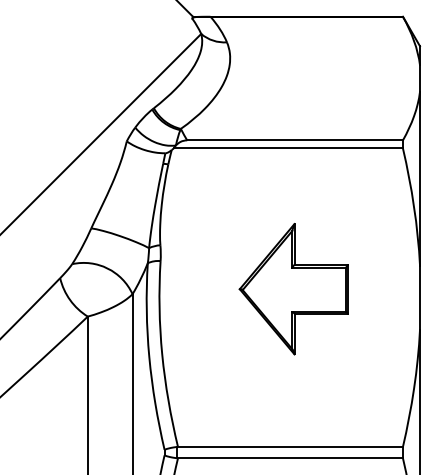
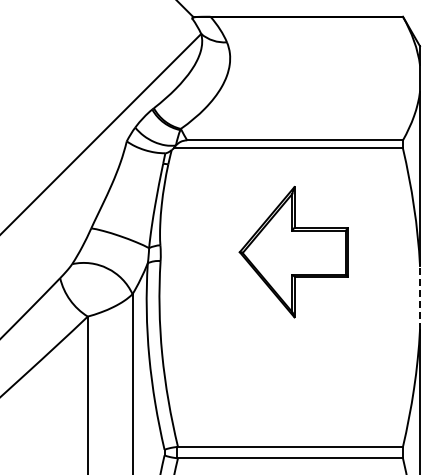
part at (293, 289) position: (293, 289) -> (293, 252)
line at (420, 297): solid -> dashed
